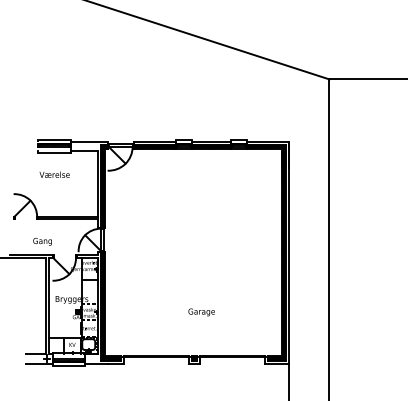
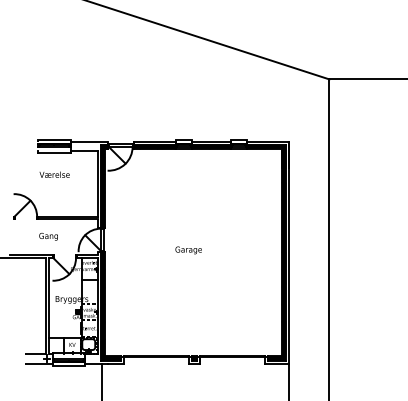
text at (42, 241) position: (42, 241) -> (48, 236)
text at (201, 312) position: (201, 312) -> (188, 250)
line at (101, 380): none -> present
